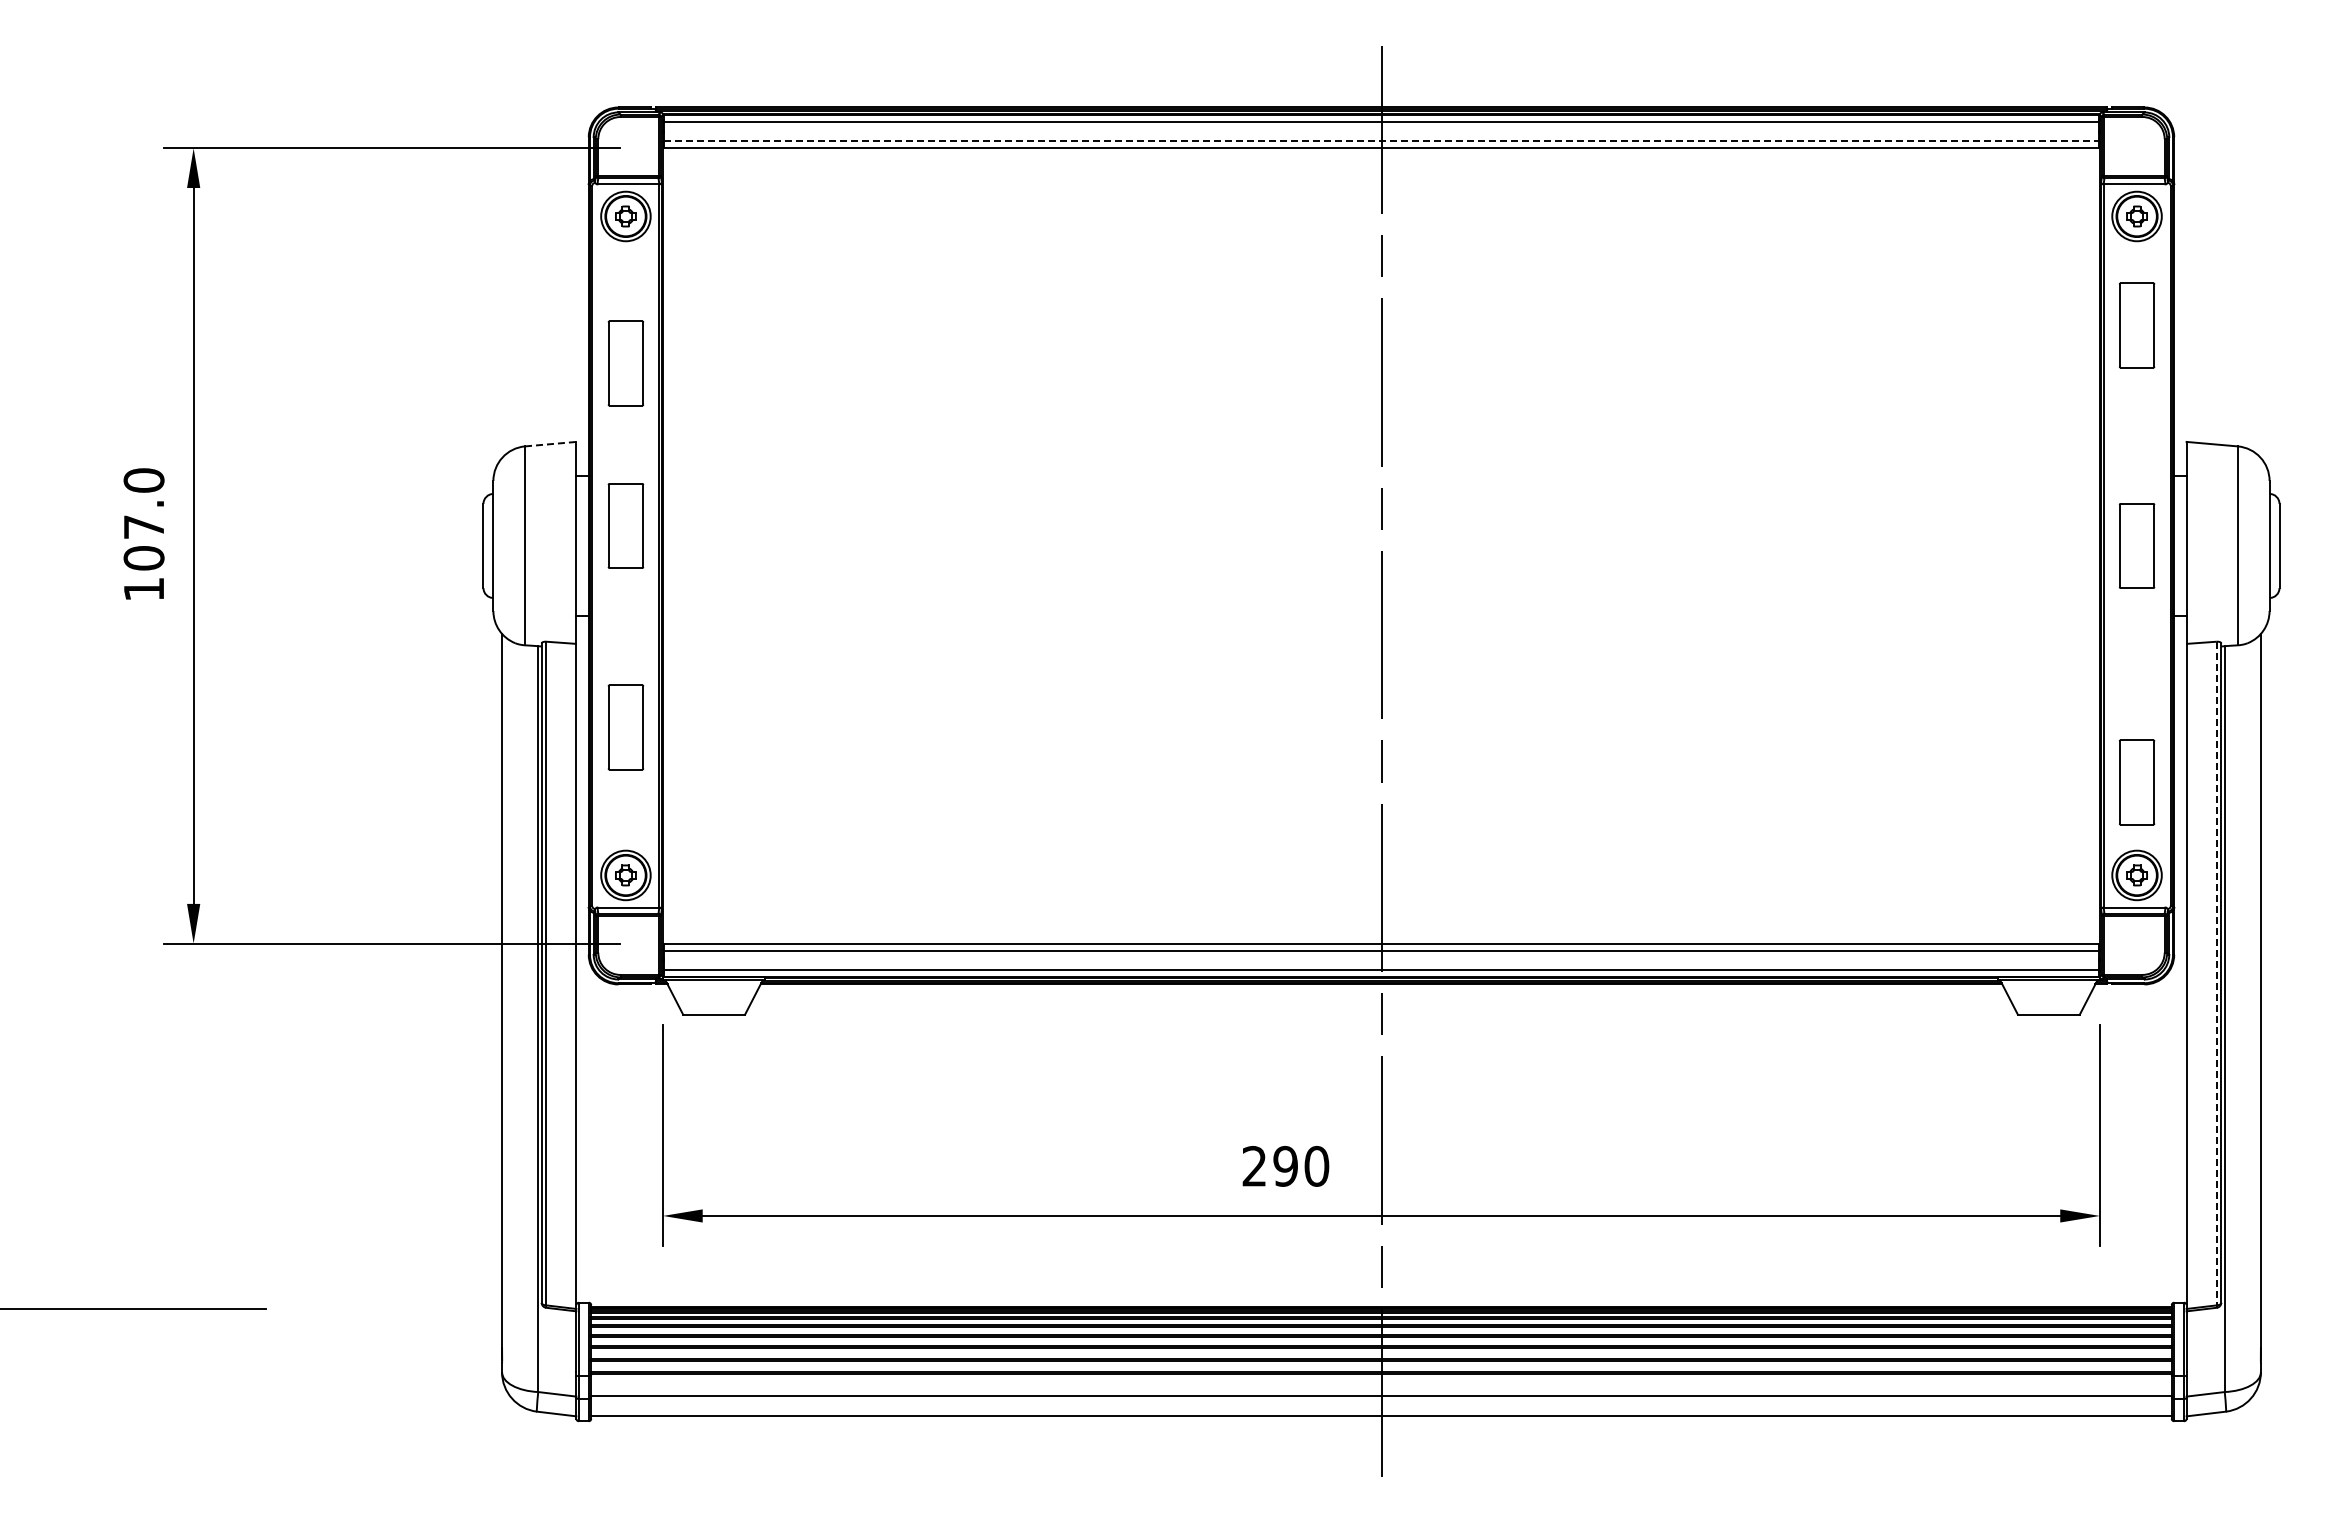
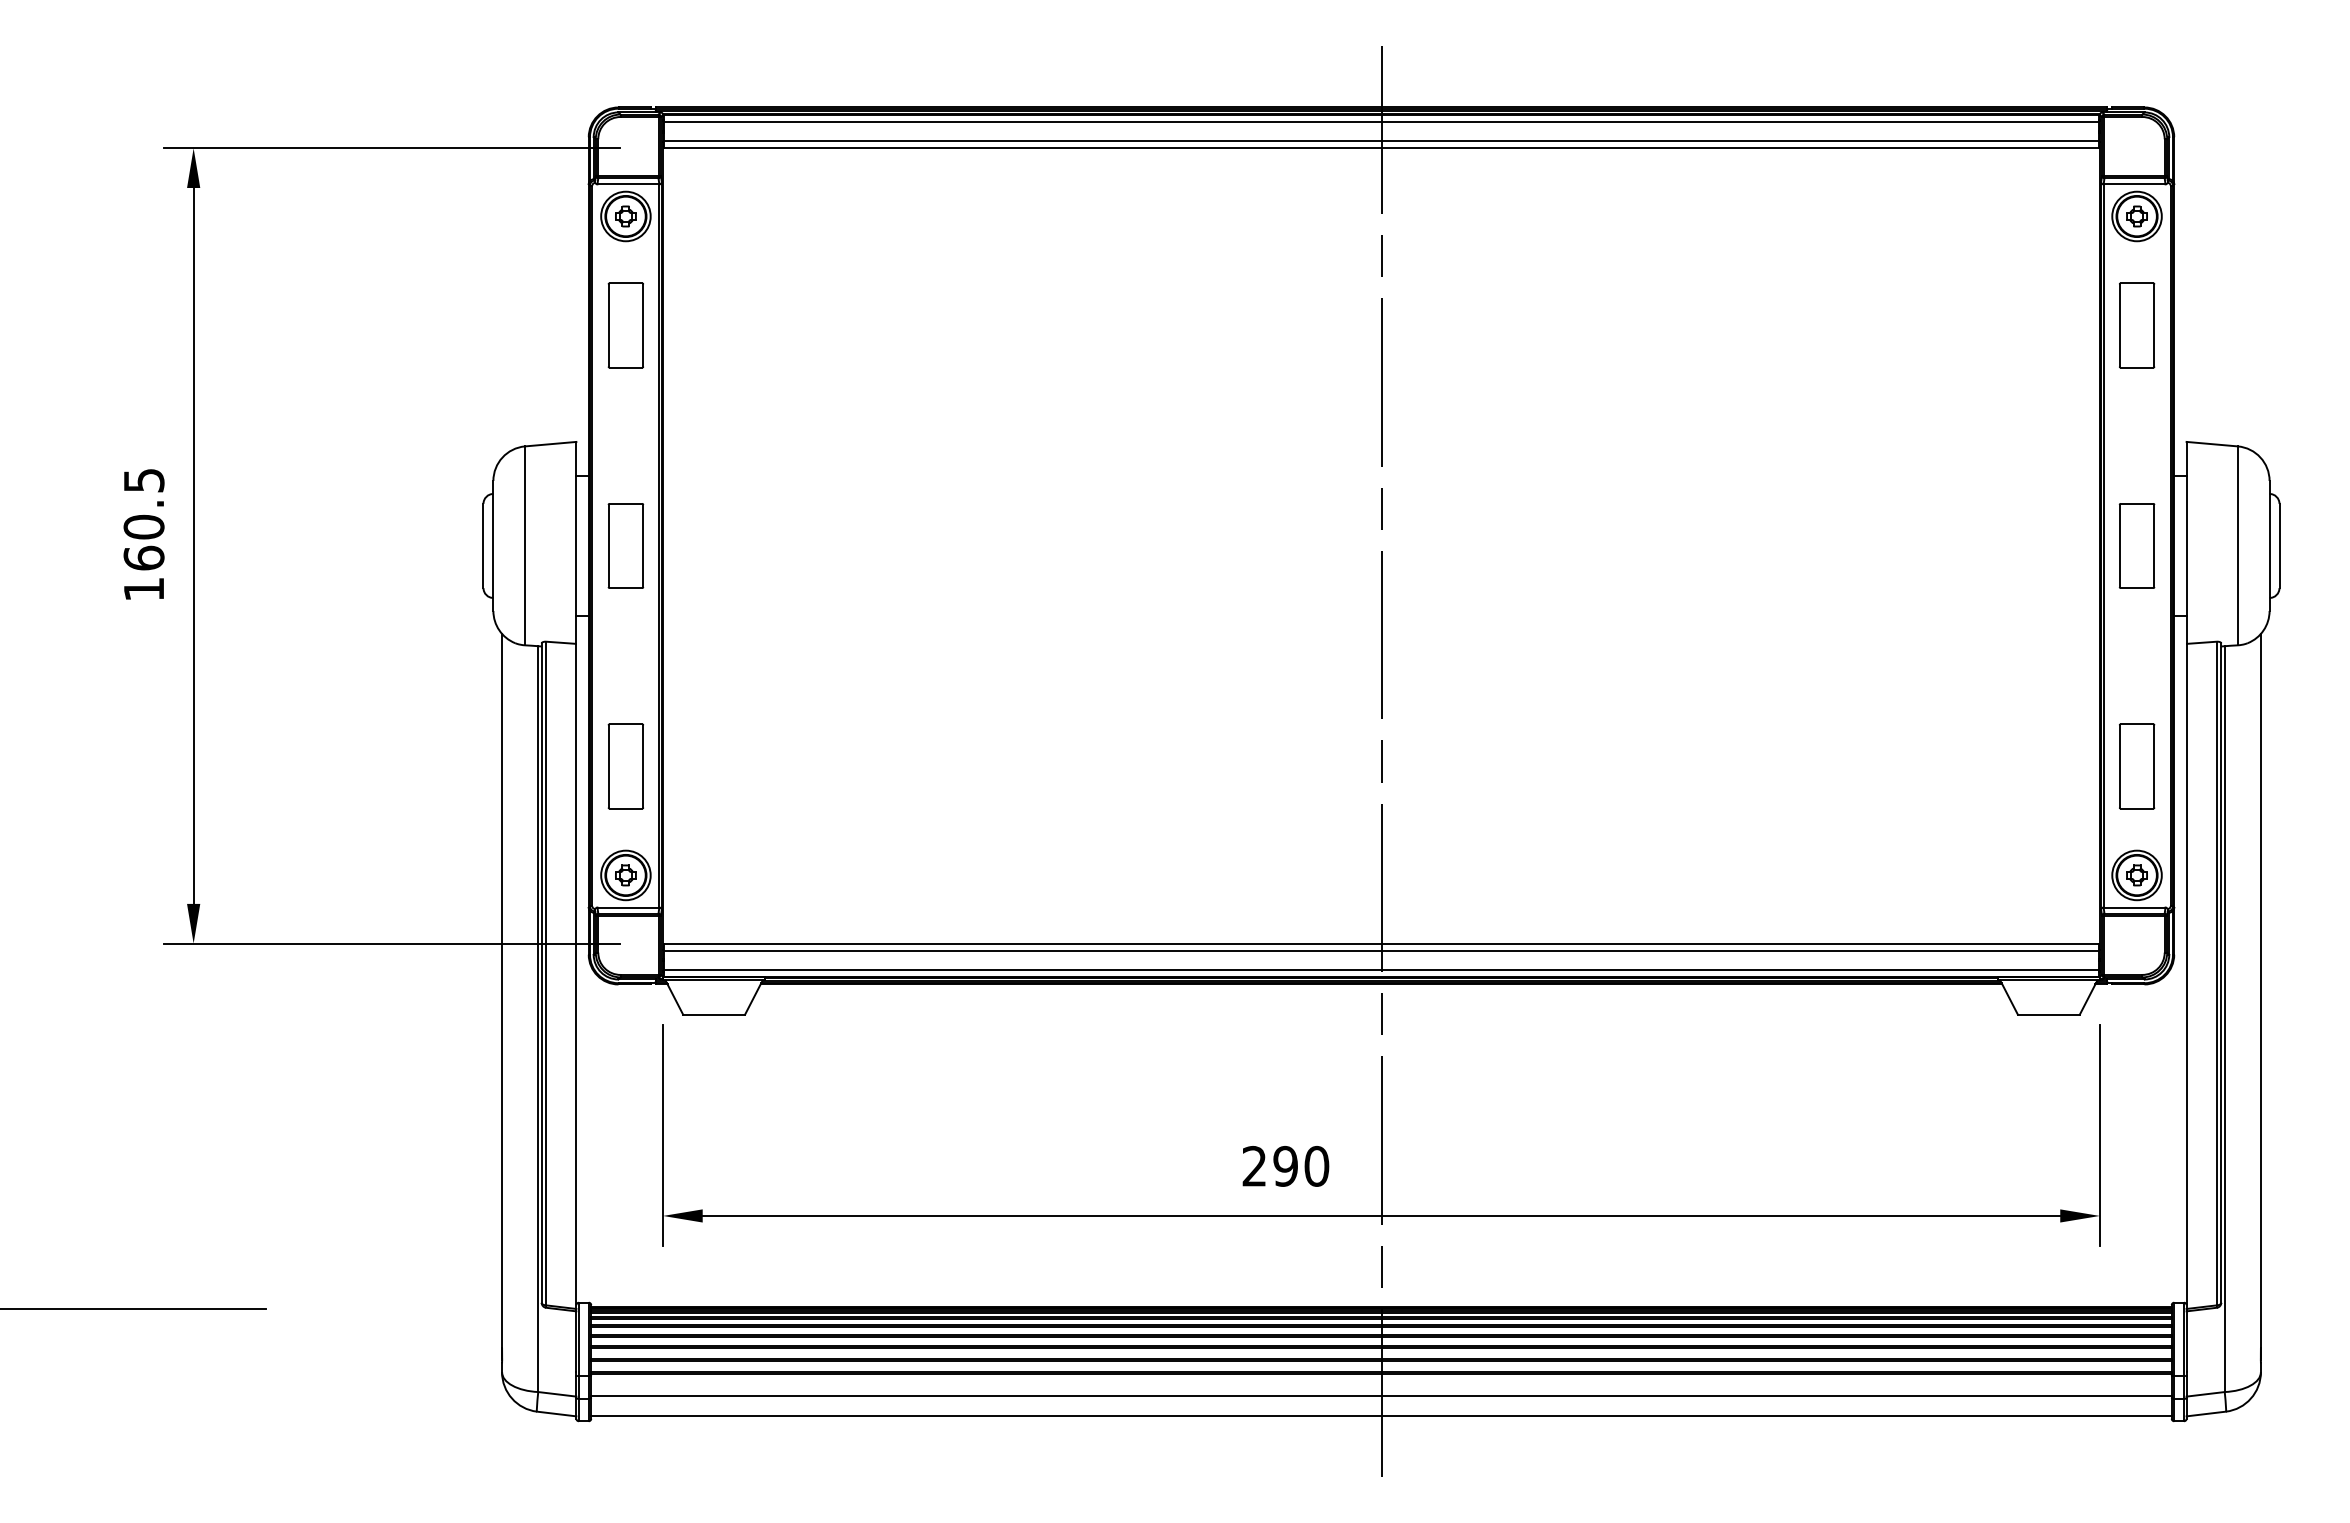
line at (1381, 140): dashed -> solid
part at (625, 363) position: (625, 363) -> (625, 325)
line at (550, 444): dashed -> solid
text at (143, 519): 107.0 -> 160.5
part at (625, 525) position: (625, 525) -> (625, 545)
part at (625, 727) position: (625, 727) -> (625, 766)
part at (2137, 782) position: (2137, 782) -> (2137, 766)
line at (2216, 973): dashed -> solid
